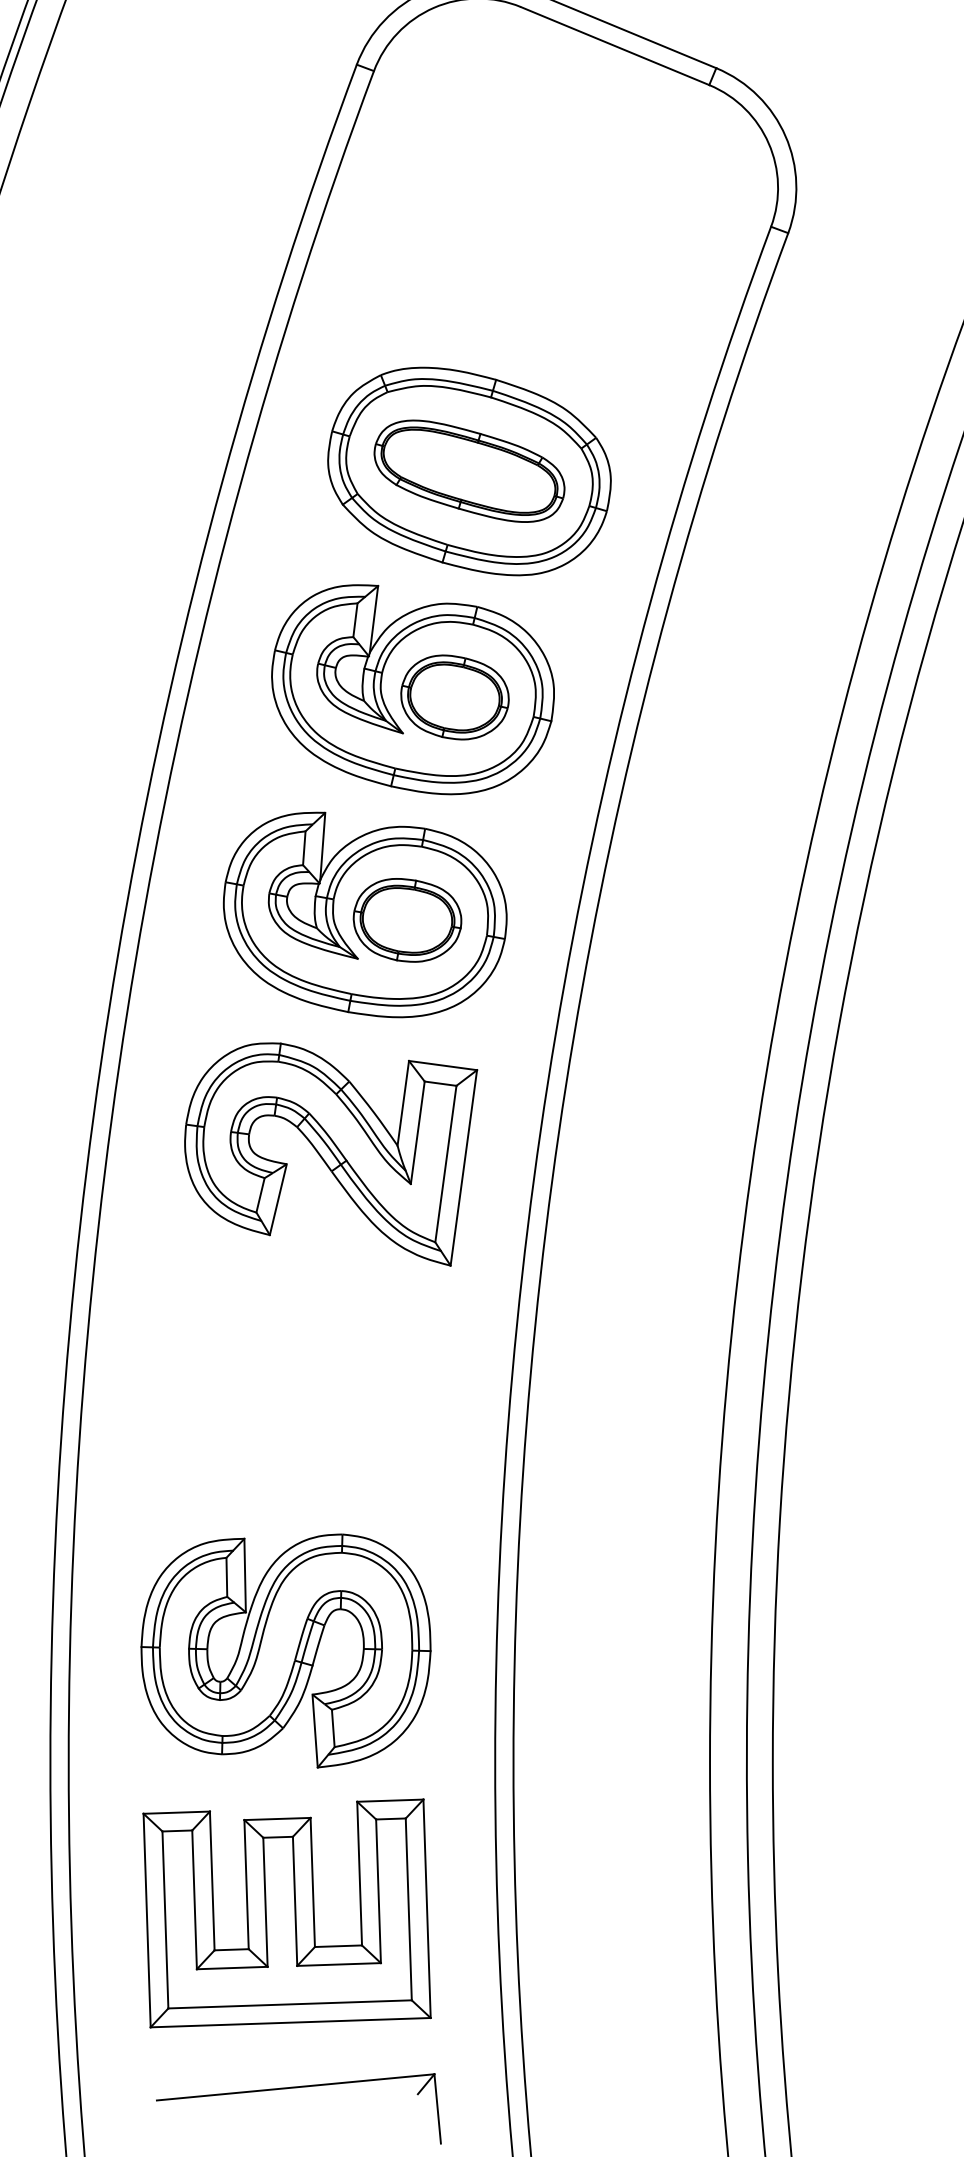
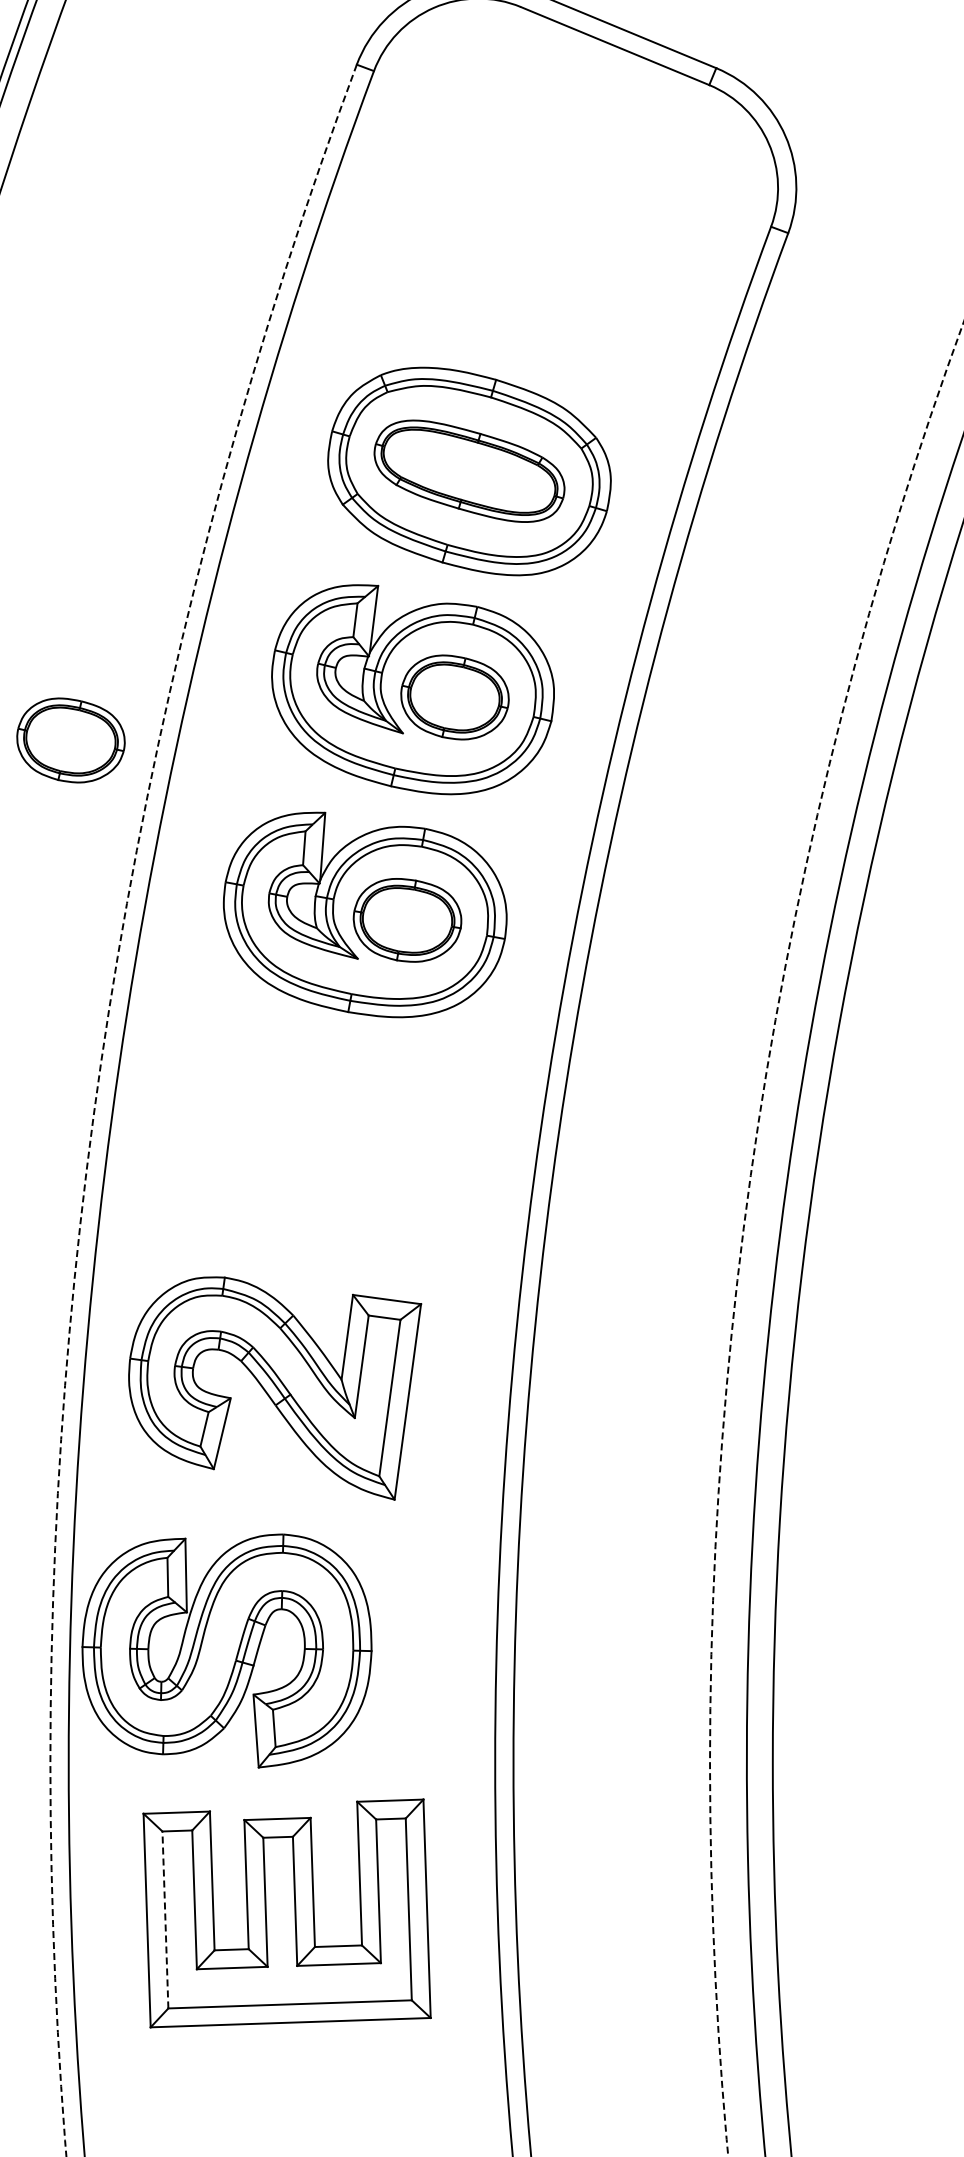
part at (70, 740): none -> present
arc at (97, 1090): solid -> dashed
part at (331, 1154) position: (331, 1154) -> (275, 1388)
circle at (836, 1238): solid -> dashed
part at (285, 1650) position: (285, 1650) -> (226, 1650)
line at (165, 1919): solid -> dashed
part at (297, 2088): present -> none
